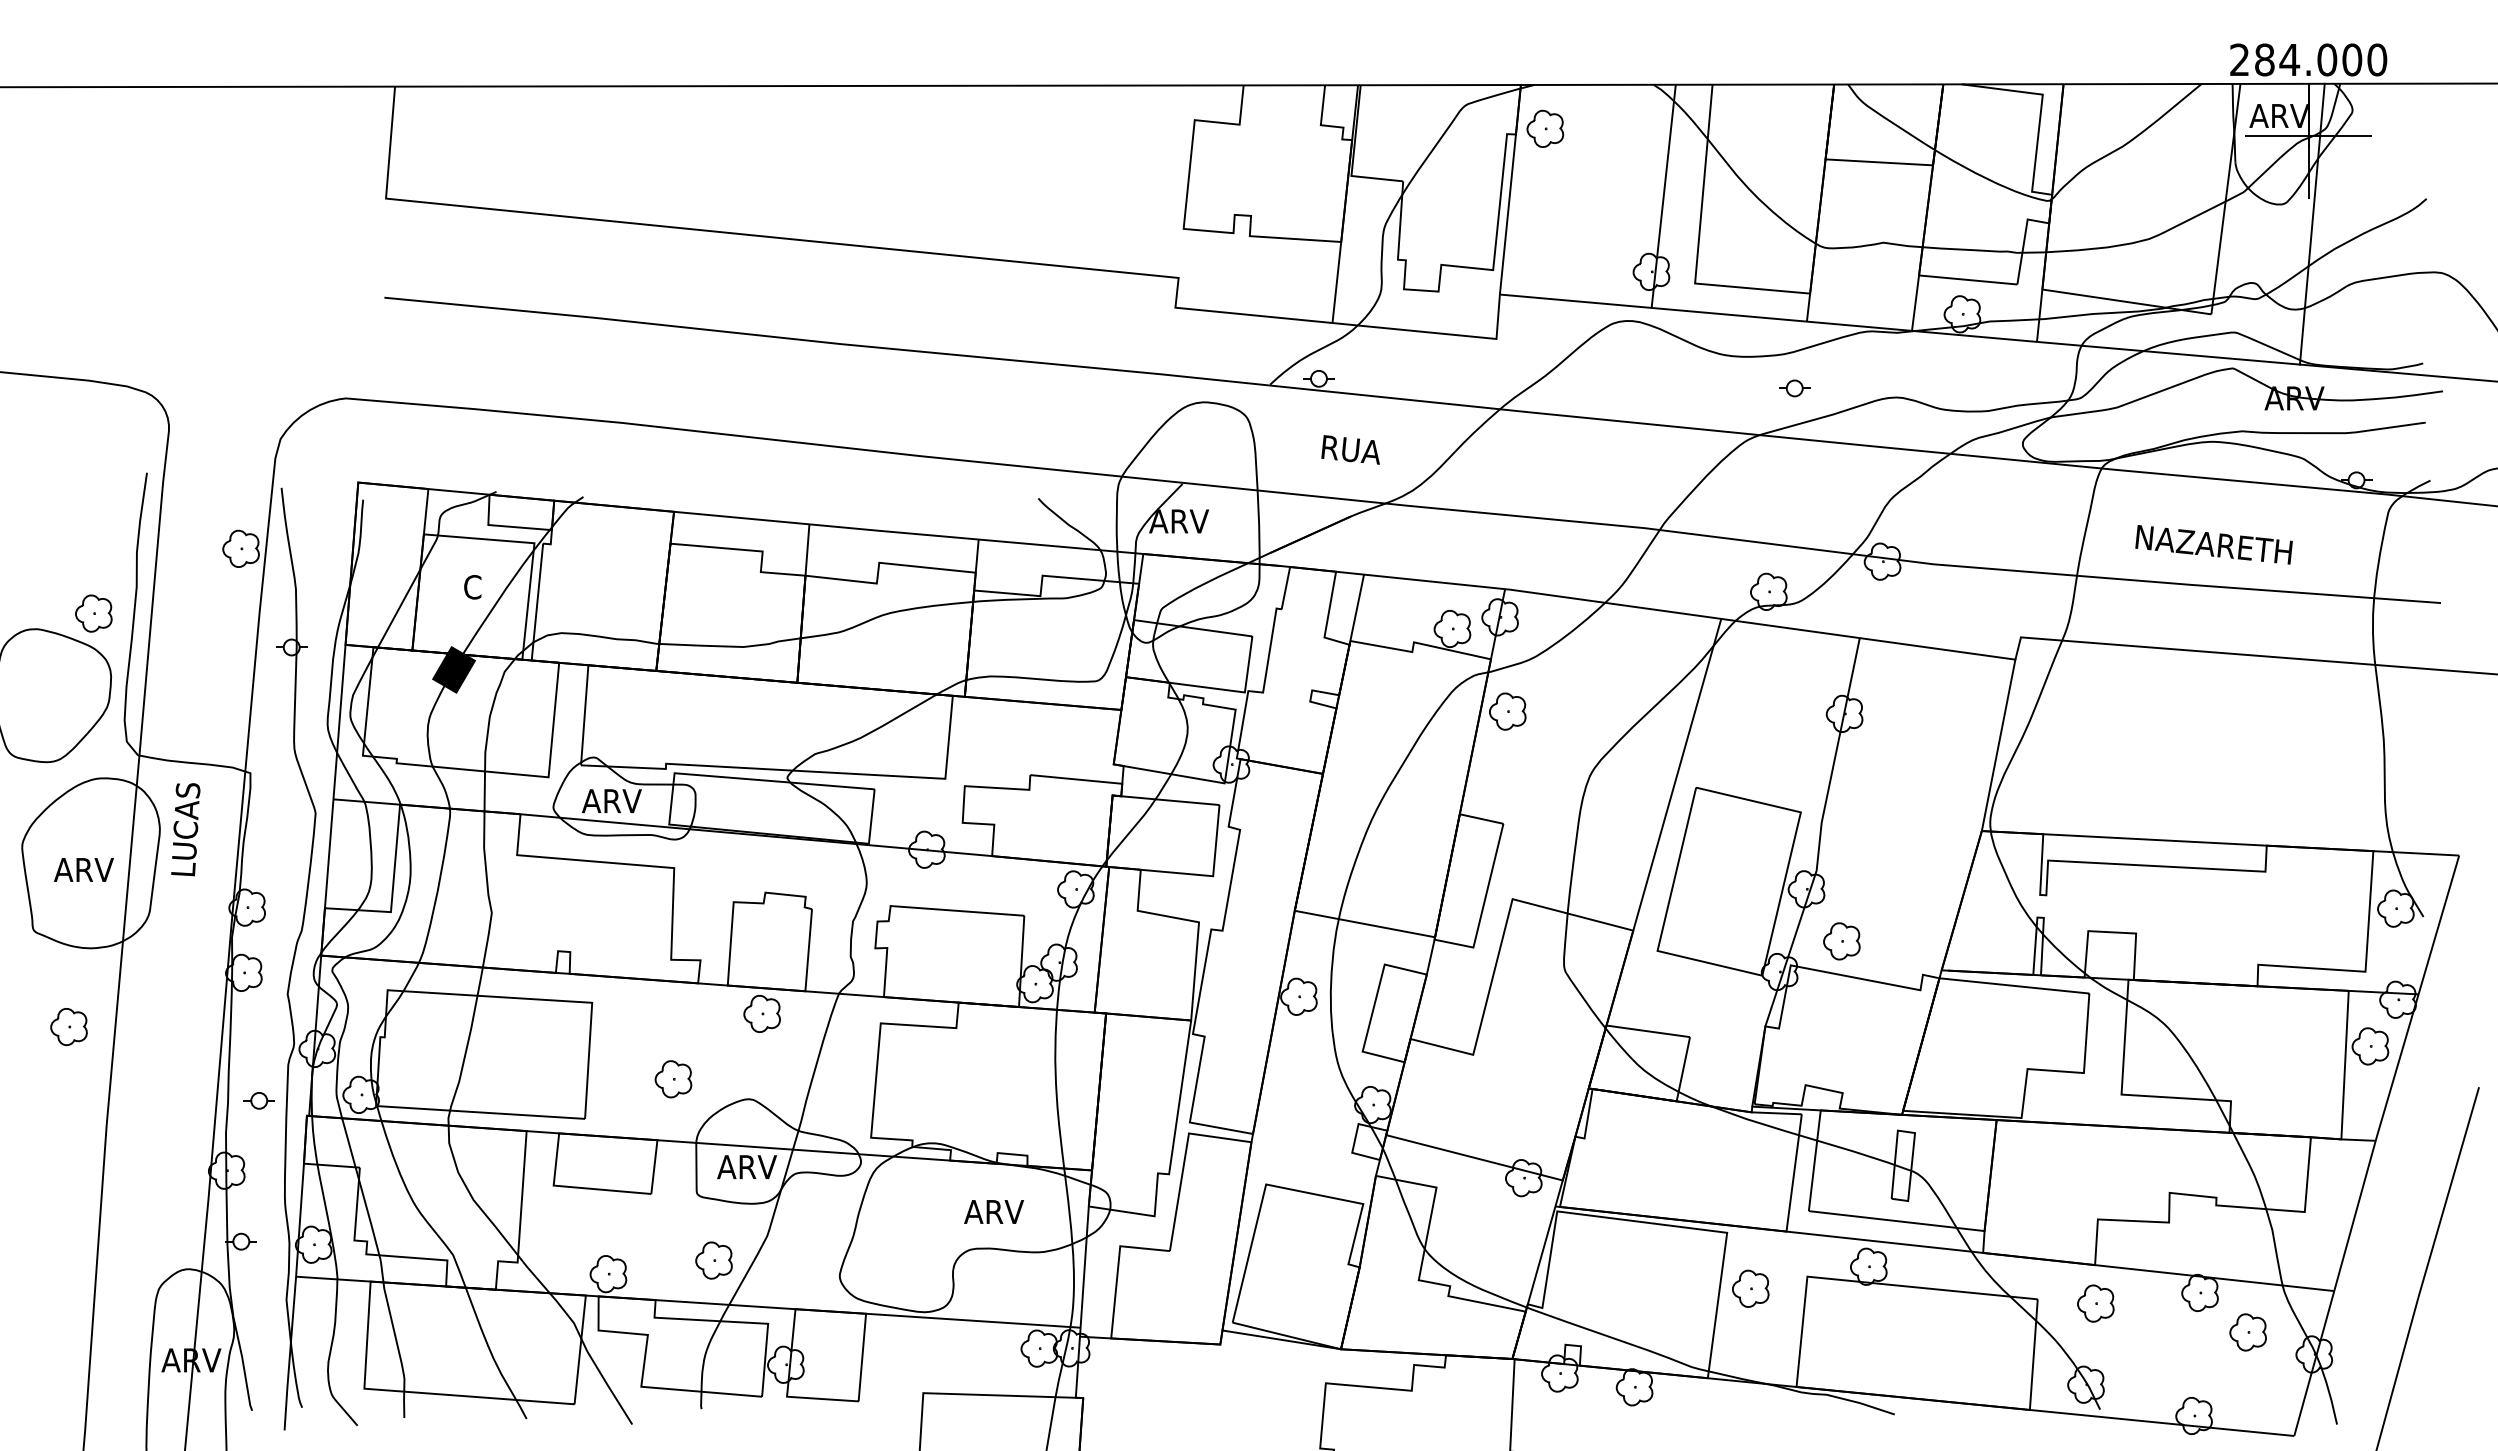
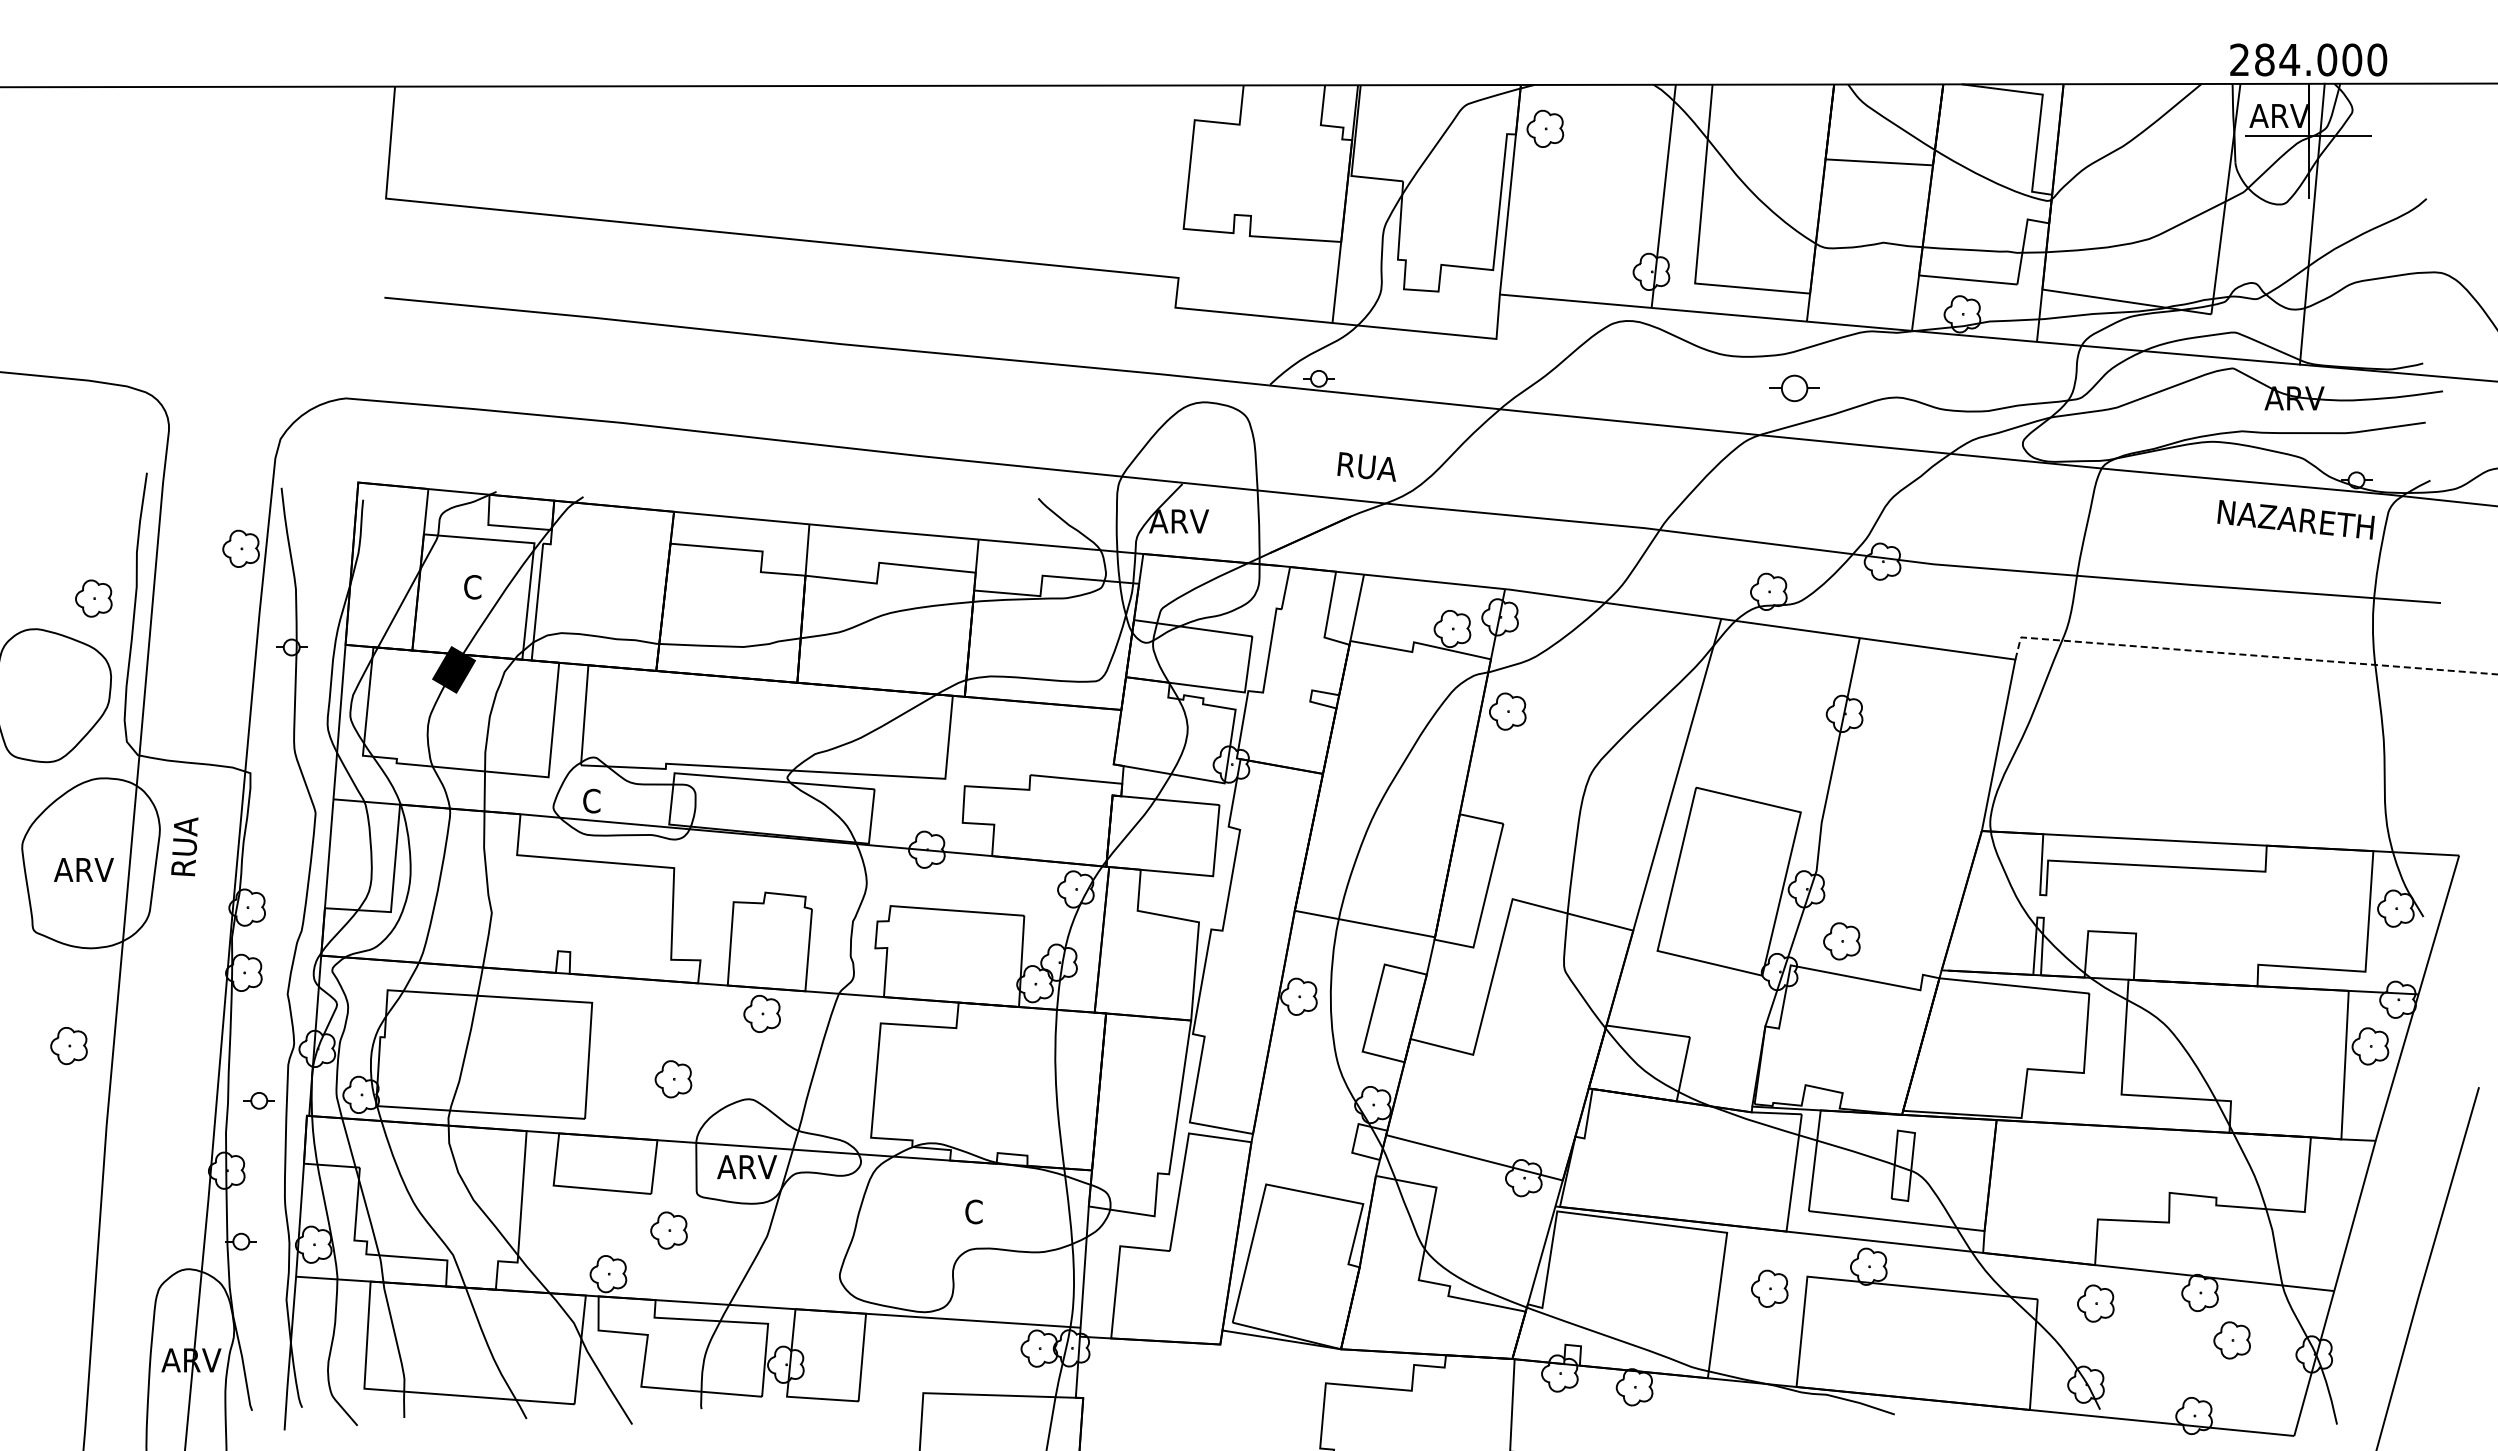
part at (1794, 388) size: 32x19 px -> 51x29 px
text at (1350, 449) position: (1350, 449) -> (1366, 466)
text at (2213, 544) position: (2213, 544) -> (2295, 519)
part at (93, 613) position: (93, 613) -> (93, 598)
line at (2247, 655): solid -> dashed
text at (611, 800): ARV -> C
text at (185, 828): LUCAS -> RUA
part at (68, 1027) position: (68, 1027) -> (68, 1046)
text at (994, 1211): ARV -> C
part at (713, 1260) position: (713, 1260) -> (668, 1230)
part at (1750, 1288) position: (1750, 1288) -> (1769, 1288)
part at (2247, 1332) position: (2247, 1332) -> (2231, 1340)
